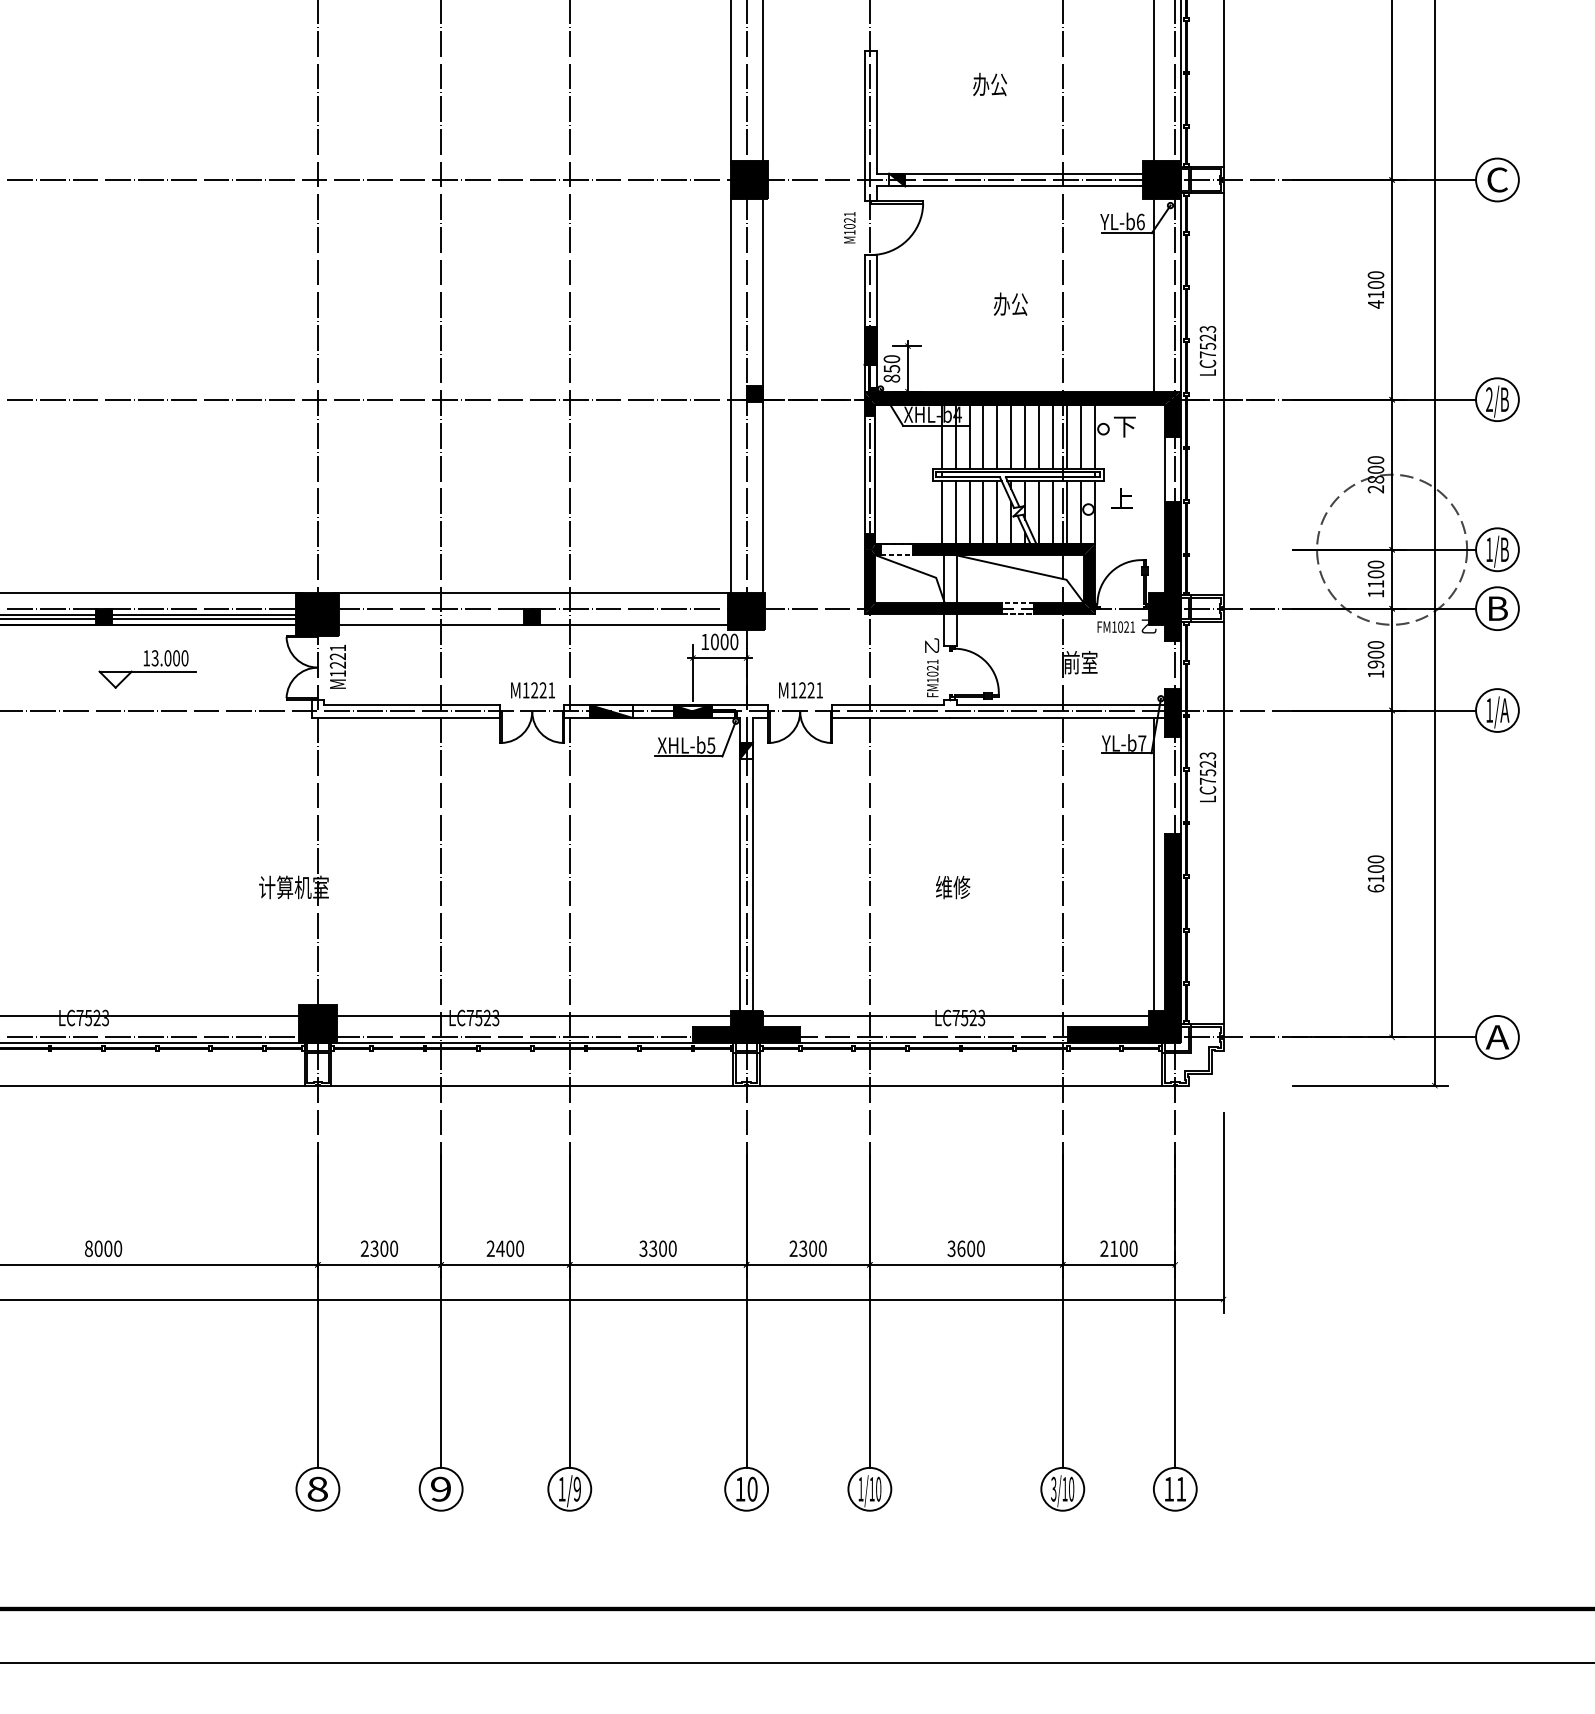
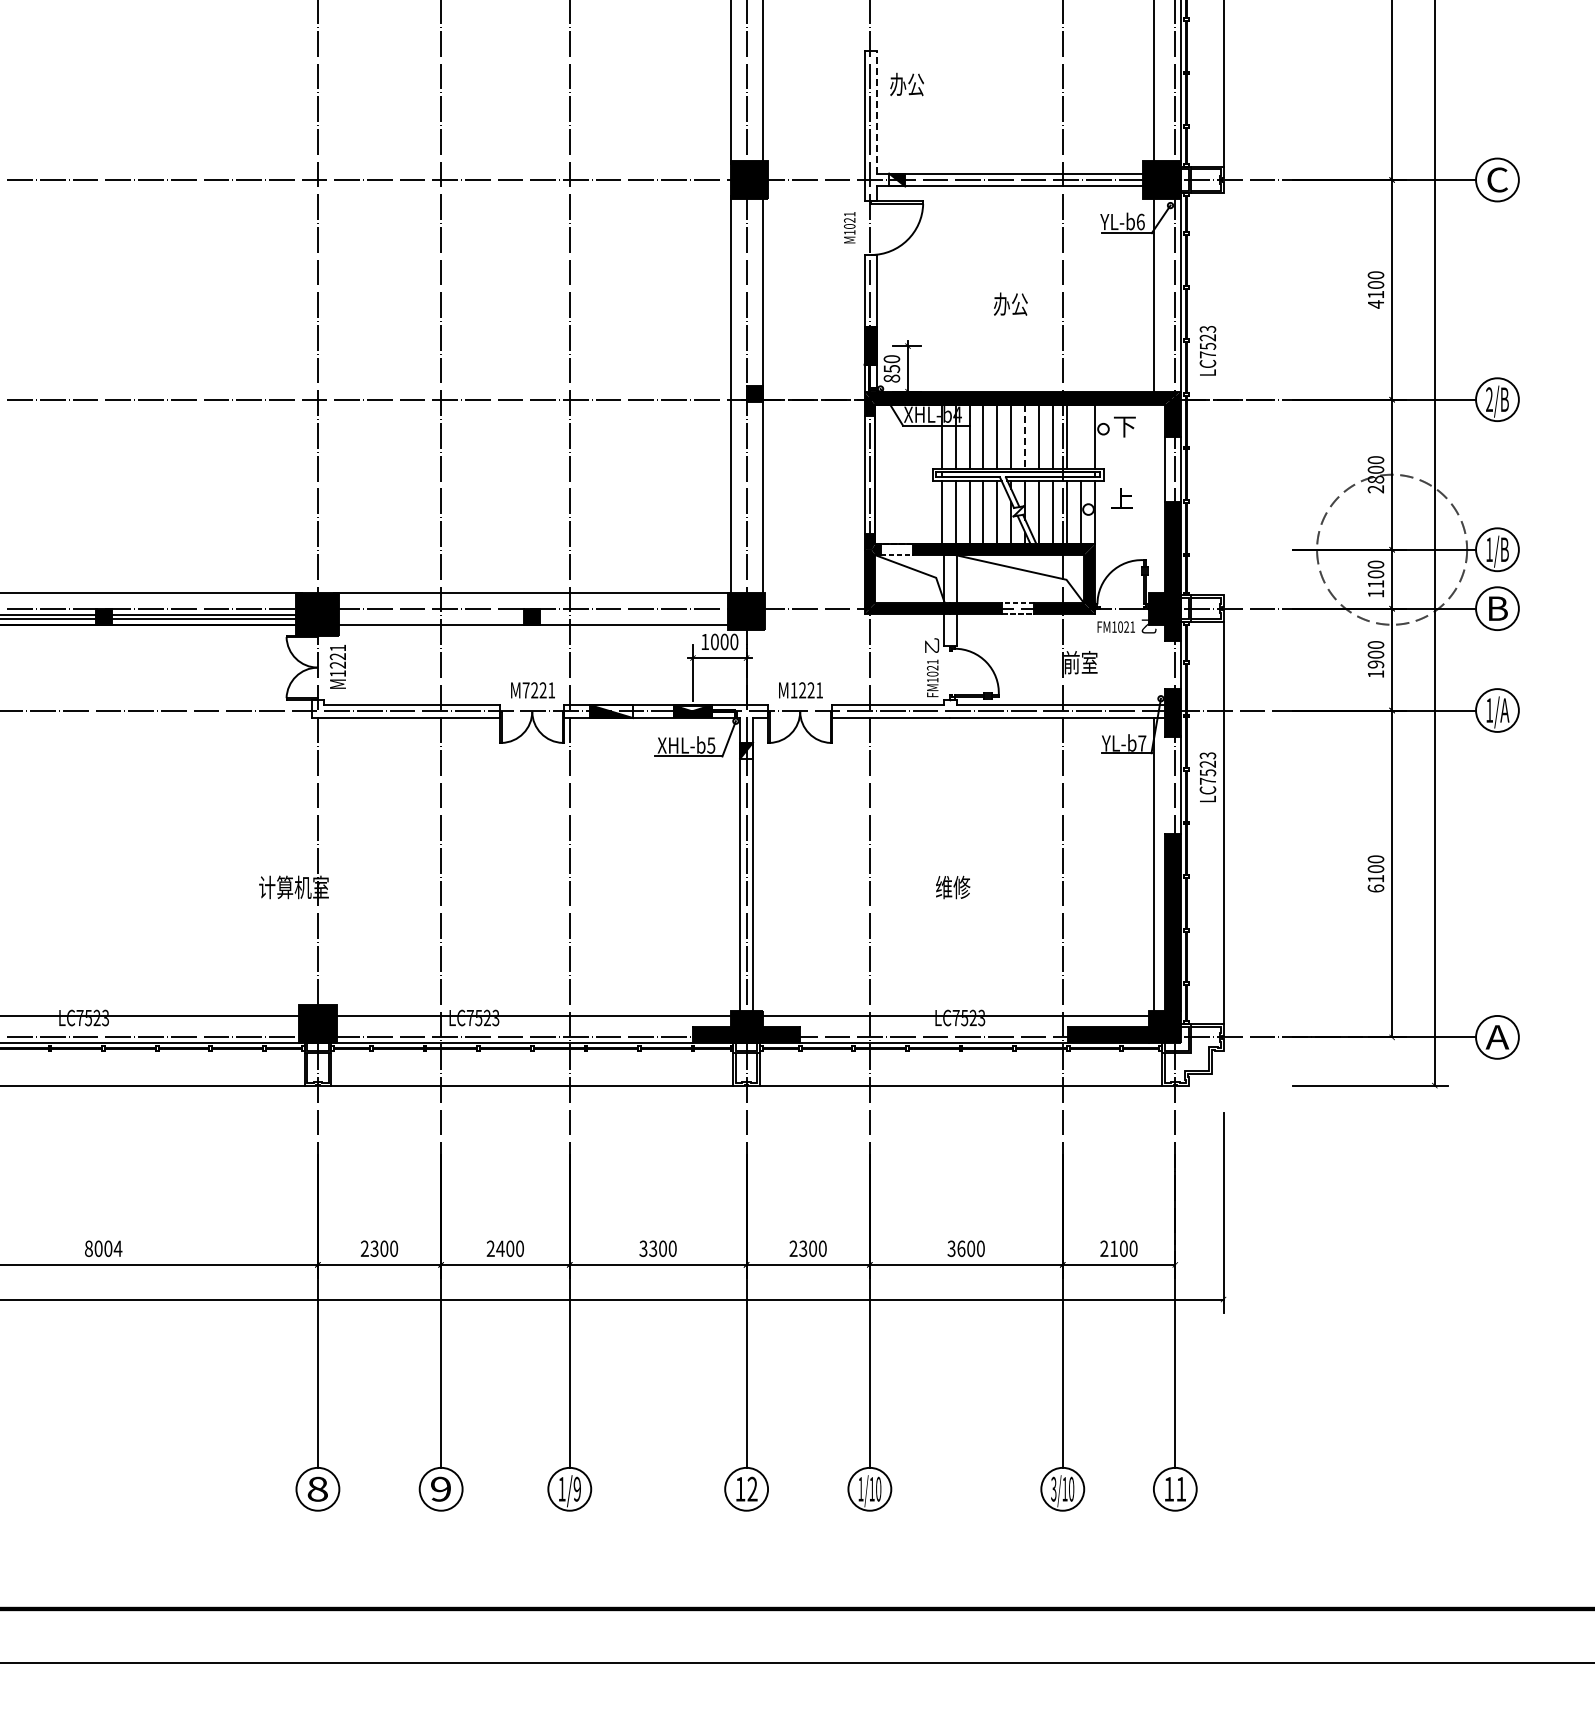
text at (989, 84) position: (989, 84) -> (906, 84)
line at (877, 112): solid -> dashed
line at (1223, 394): present -> none
line at (1025, 436): solid -> dashed
line at (1080, 436): present -> none
part at (147, 669): present -> none
text at (525, 690): M1221 -> M7221
text at (117, 1248): 8000 -> 8004
text at (752, 1488): 10 -> 12
